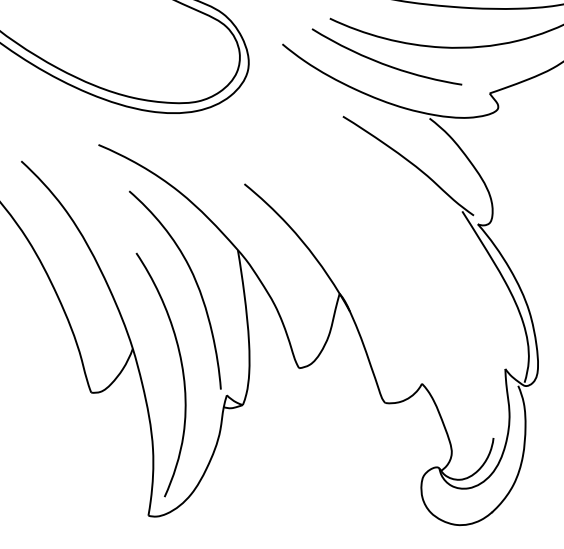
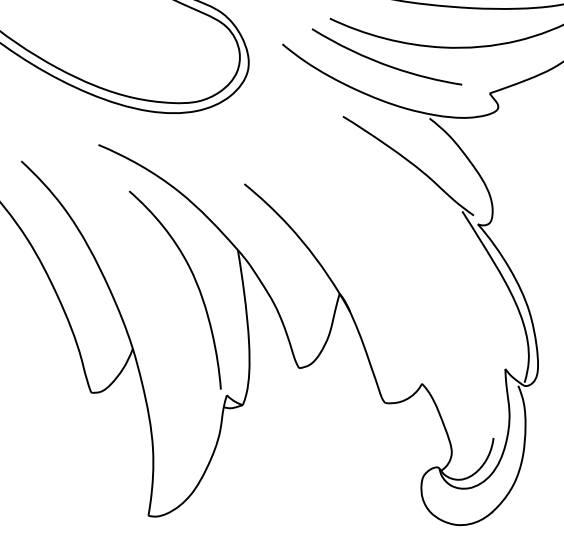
curve at (181, 369): present -> none
